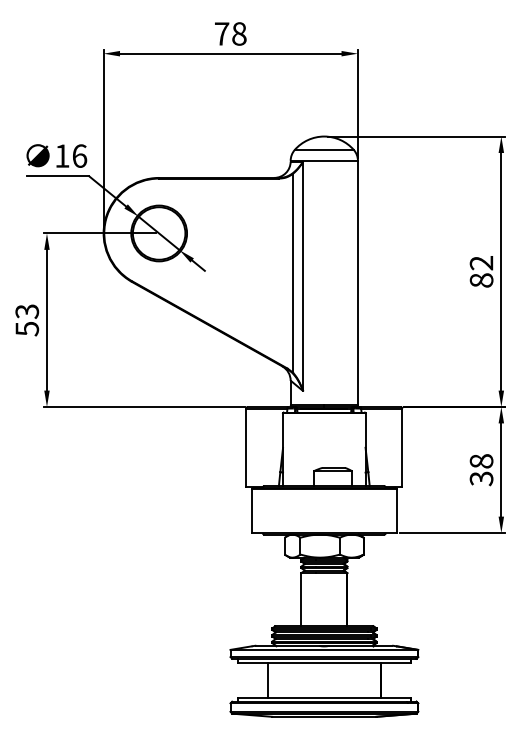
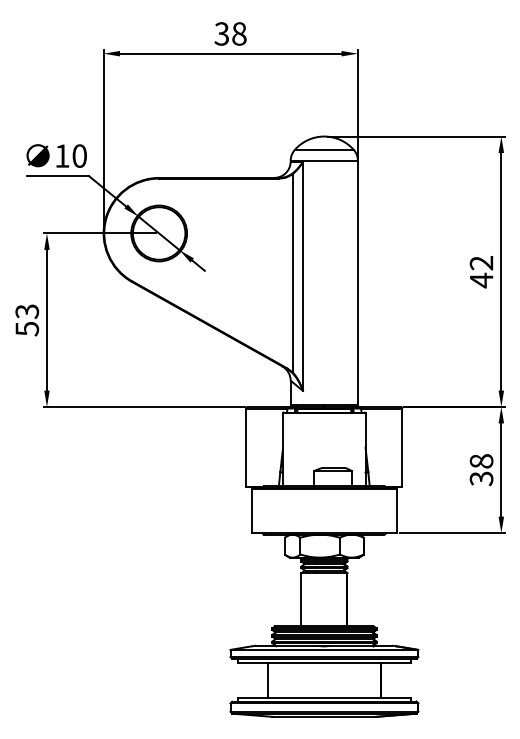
text at (221, 33): 78 -> 38
text at (79, 155): 16 -> 10
text at (481, 280): 82 -> 42
